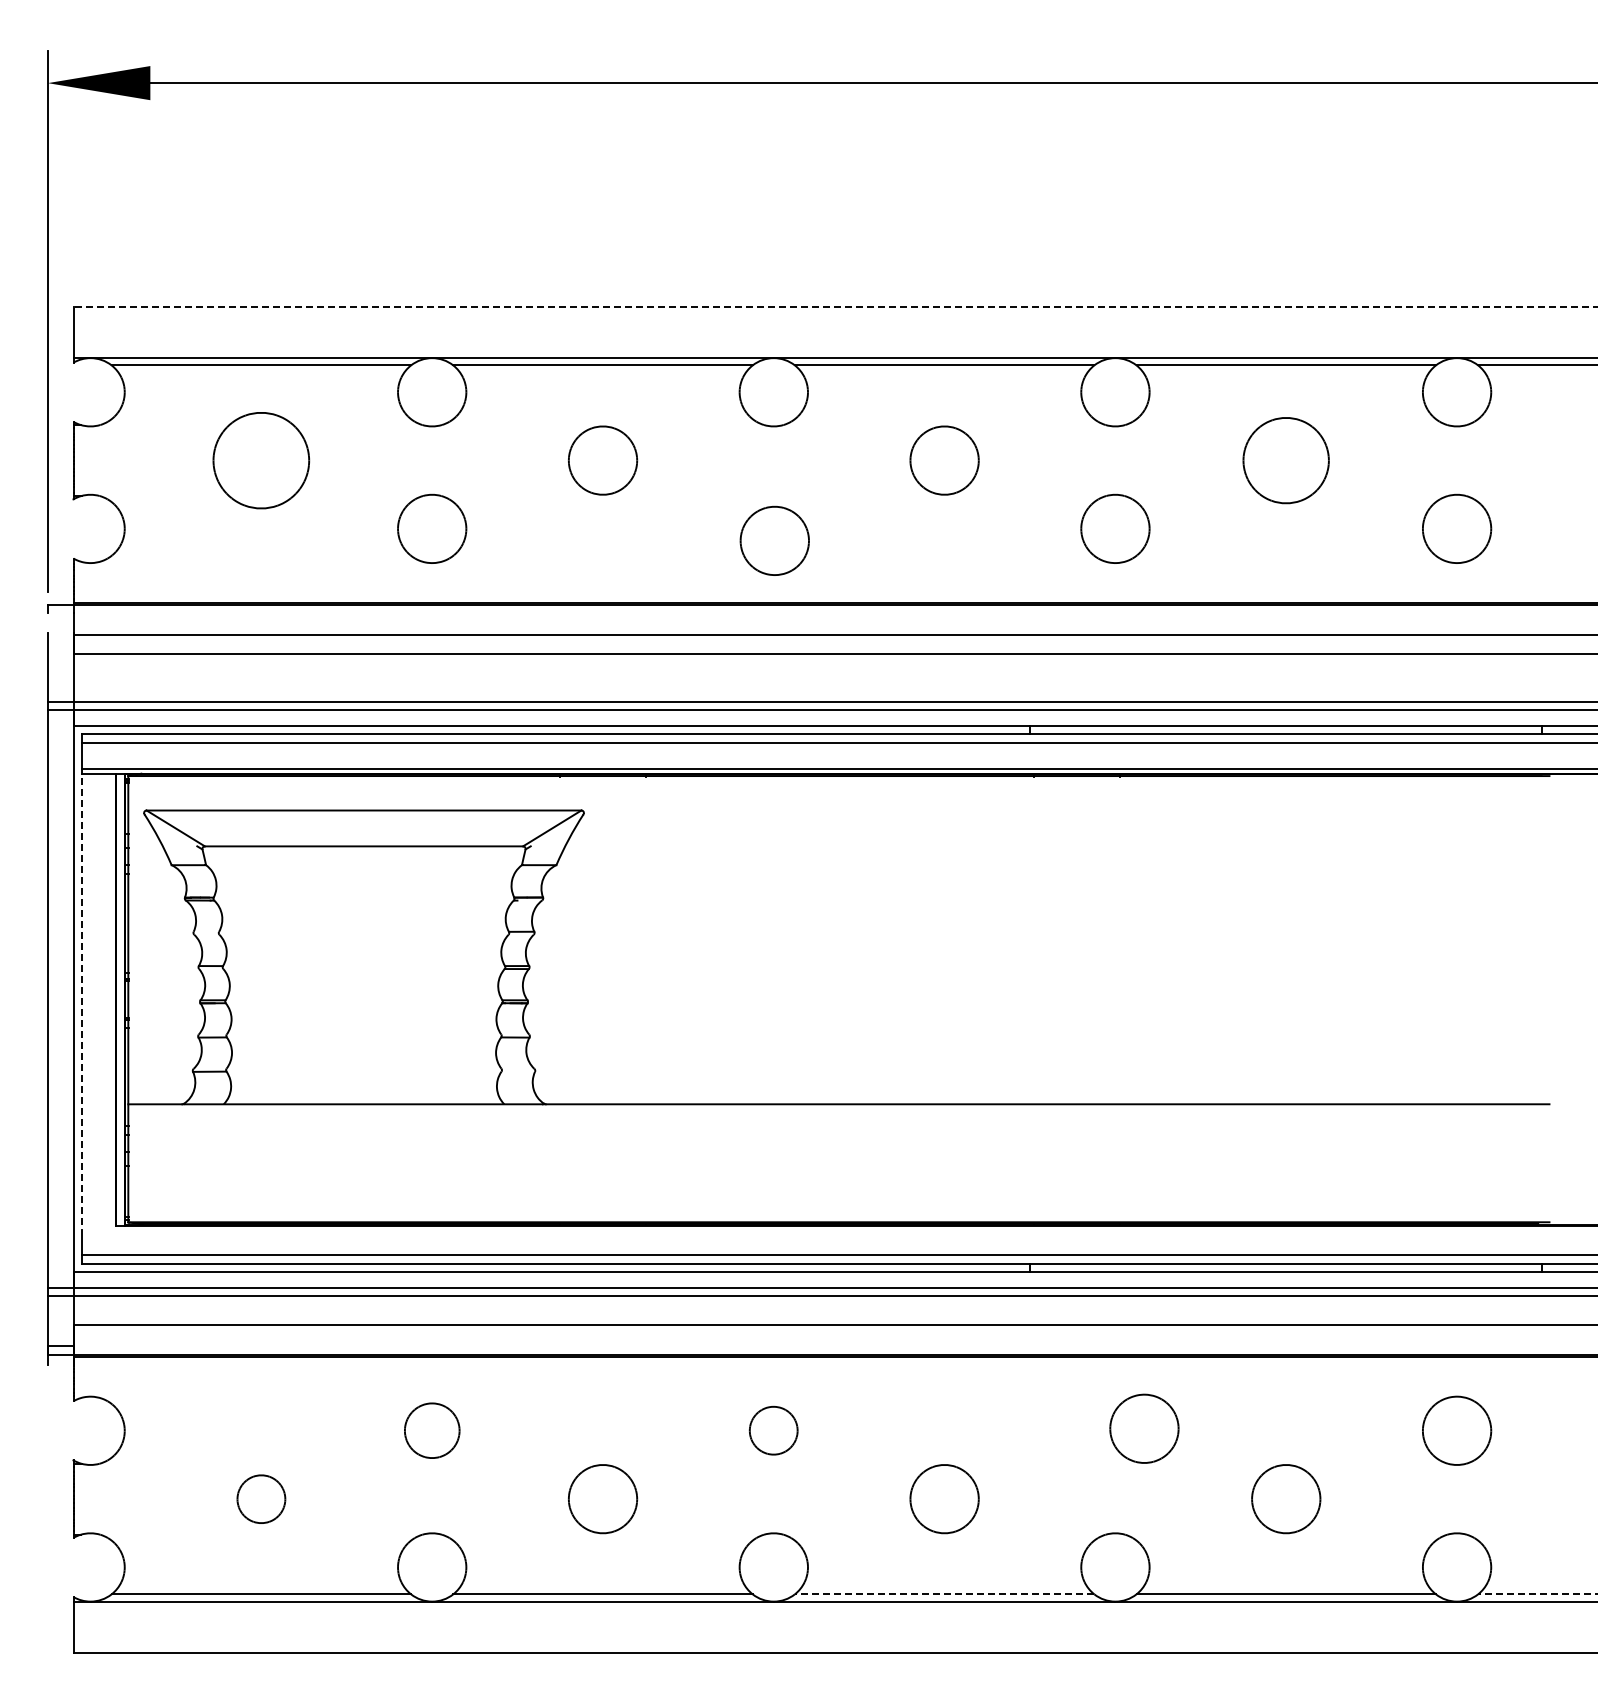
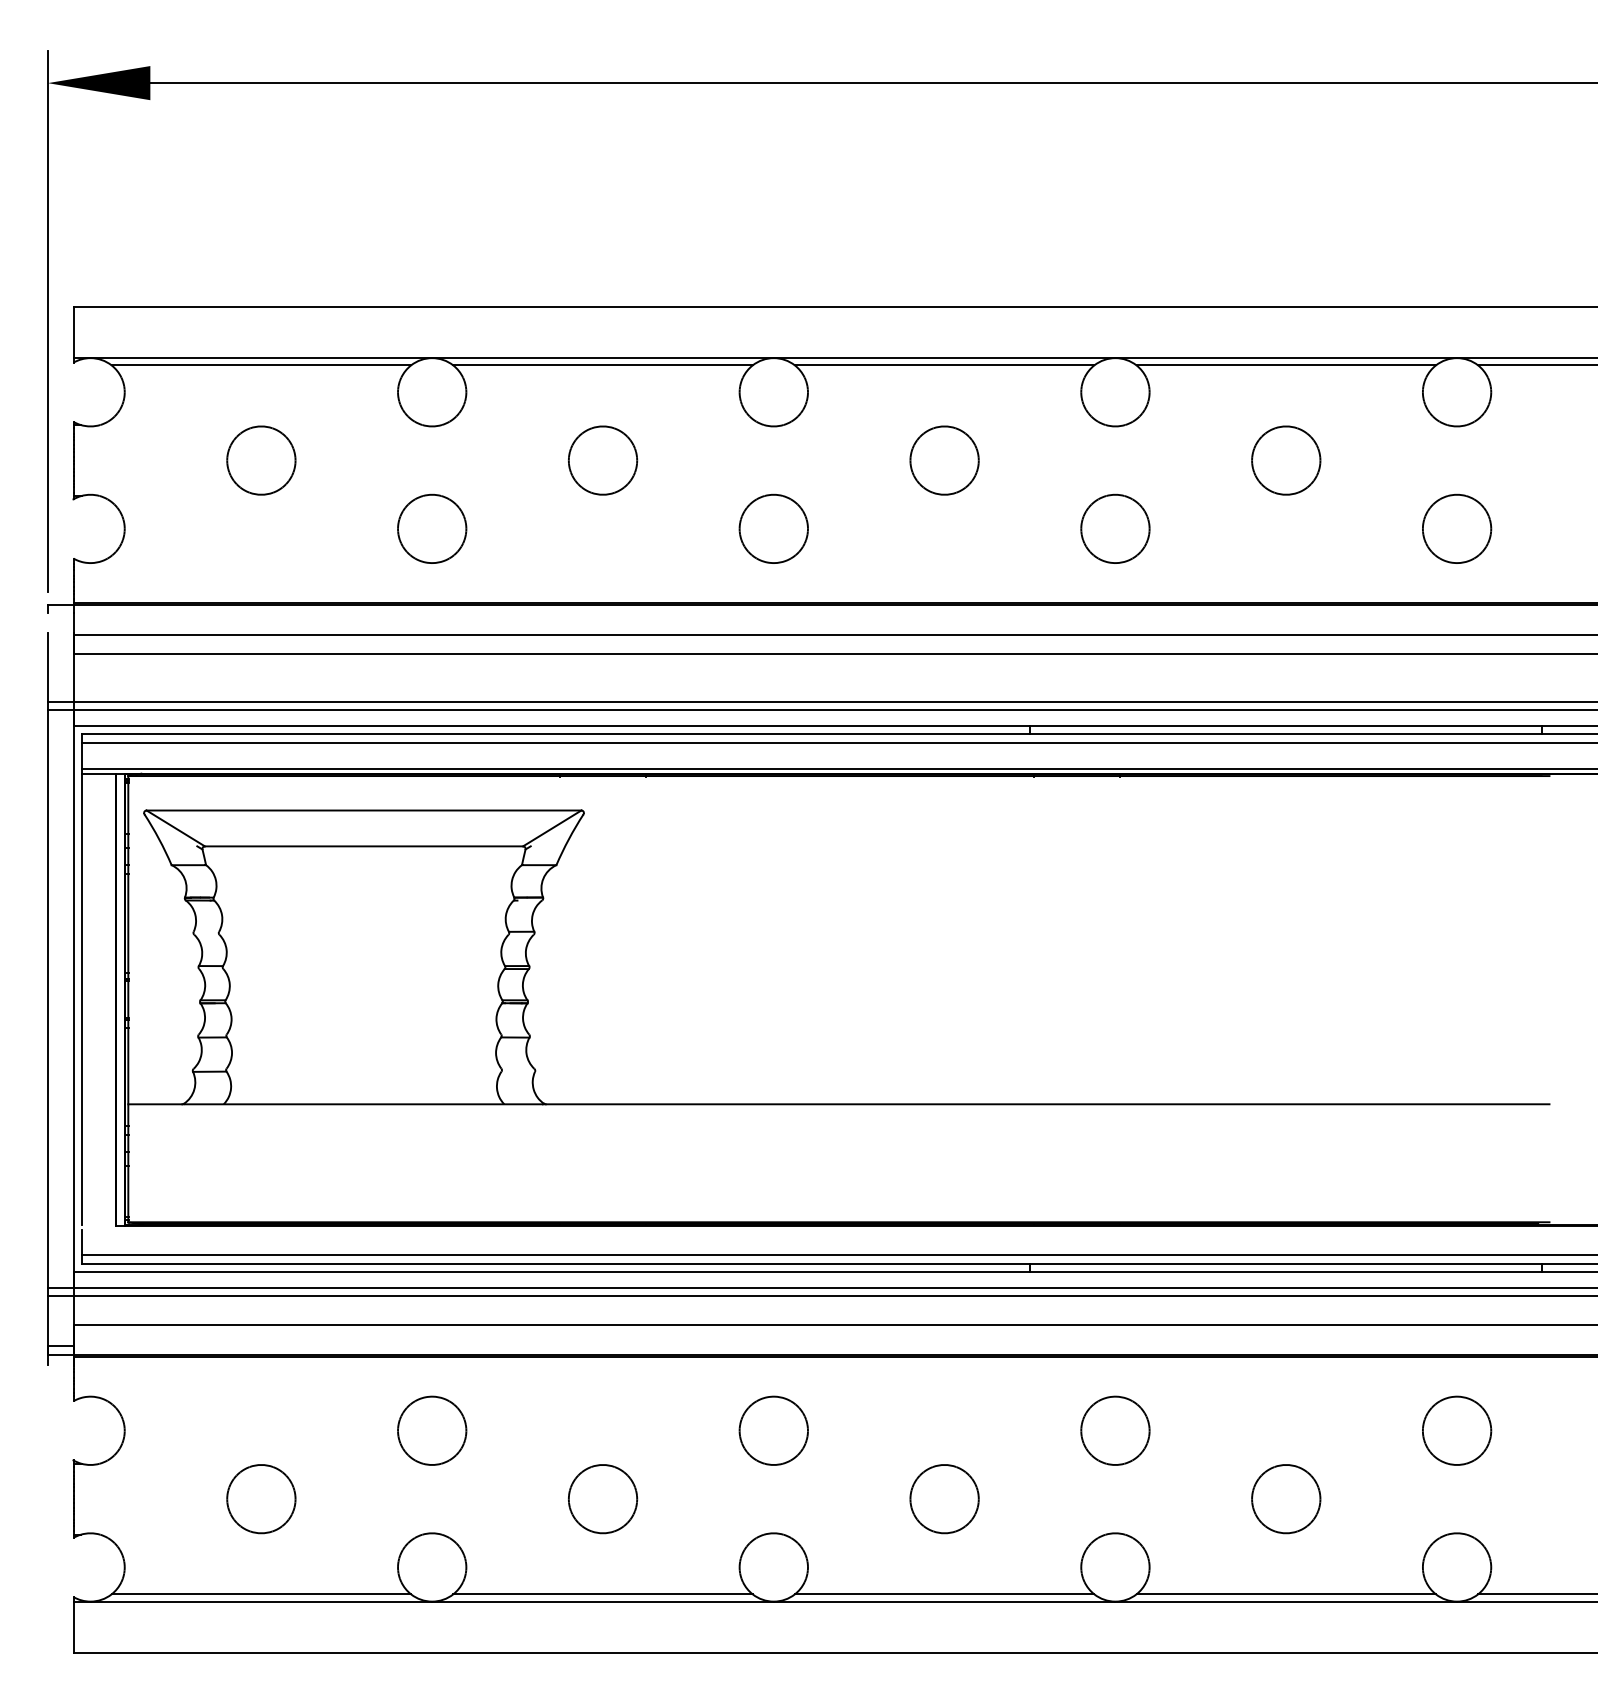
line at (835, 306): dashed -> solid
part at (261, 460) size: 99x98 px -> 71x71 px
part at (1285, 460) size: 88x88 px -> 71x71 px
part at (774, 540) position: (774, 540) -> (773, 528)
line at (82, 998): dashed -> solid
part at (1144, 1428) position: (1144, 1428) -> (1115, 1430)
part at (432, 1430) size: 57x57 px -> 71x71 px
part at (773, 1430) size: 51x51 px -> 71x71 px
part at (261, 1498) size: 51x50 px -> 71x71 px
line at (944, 1594): dashed -> solid
line at (1538, 1594): dashed -> solid
